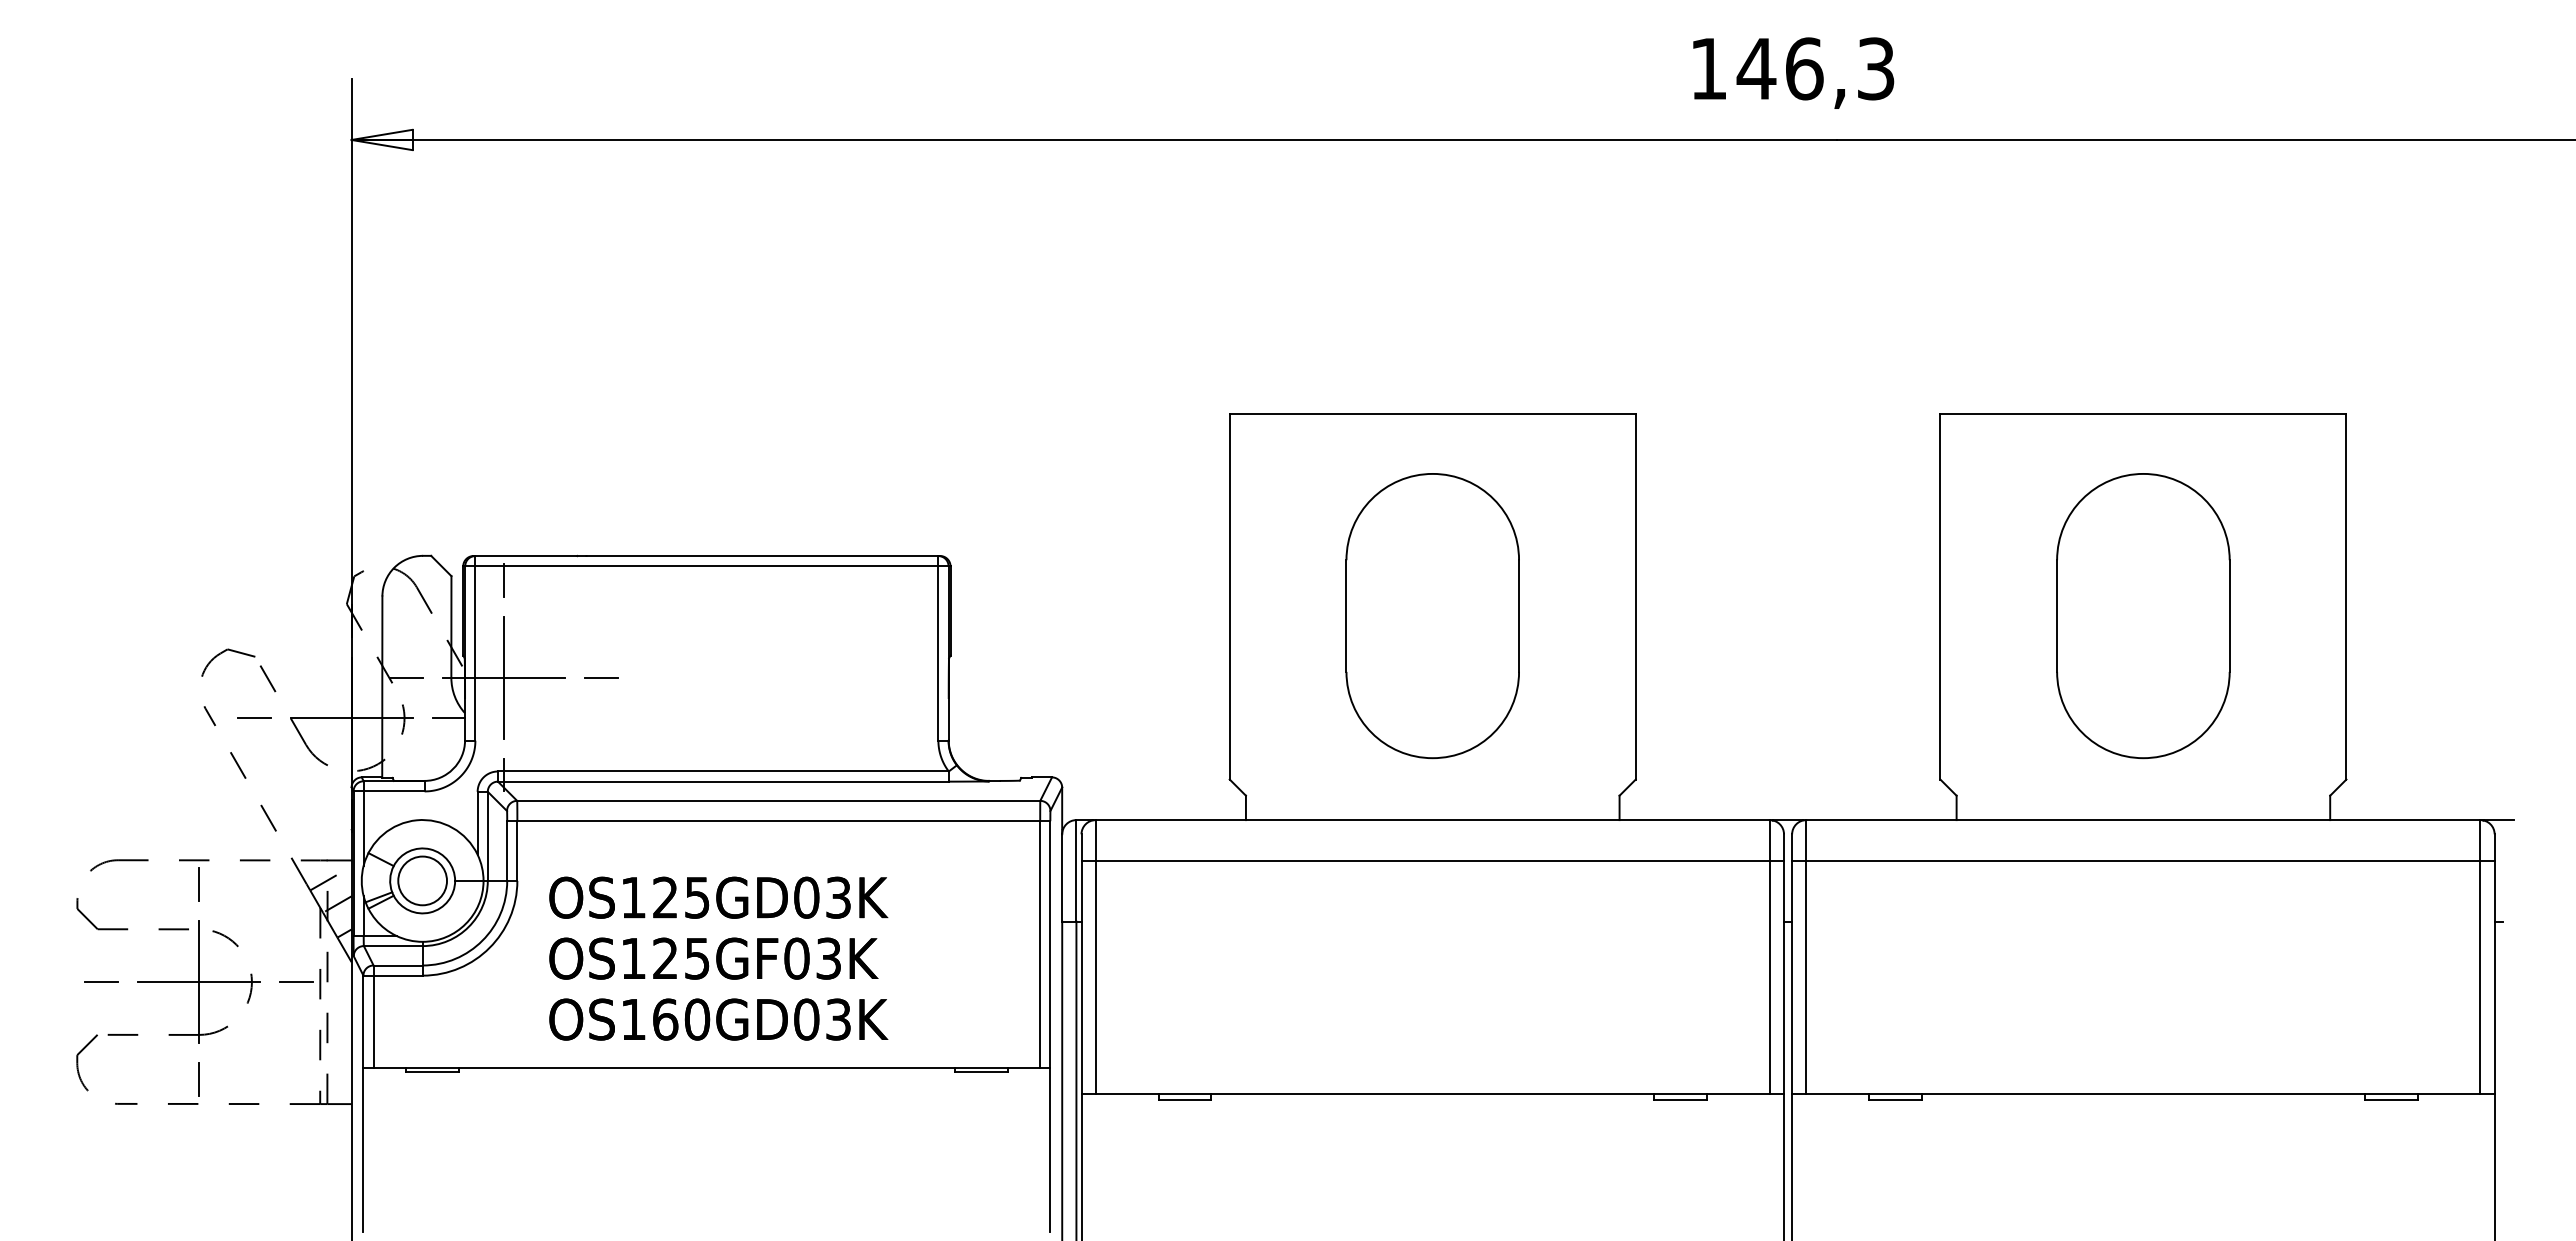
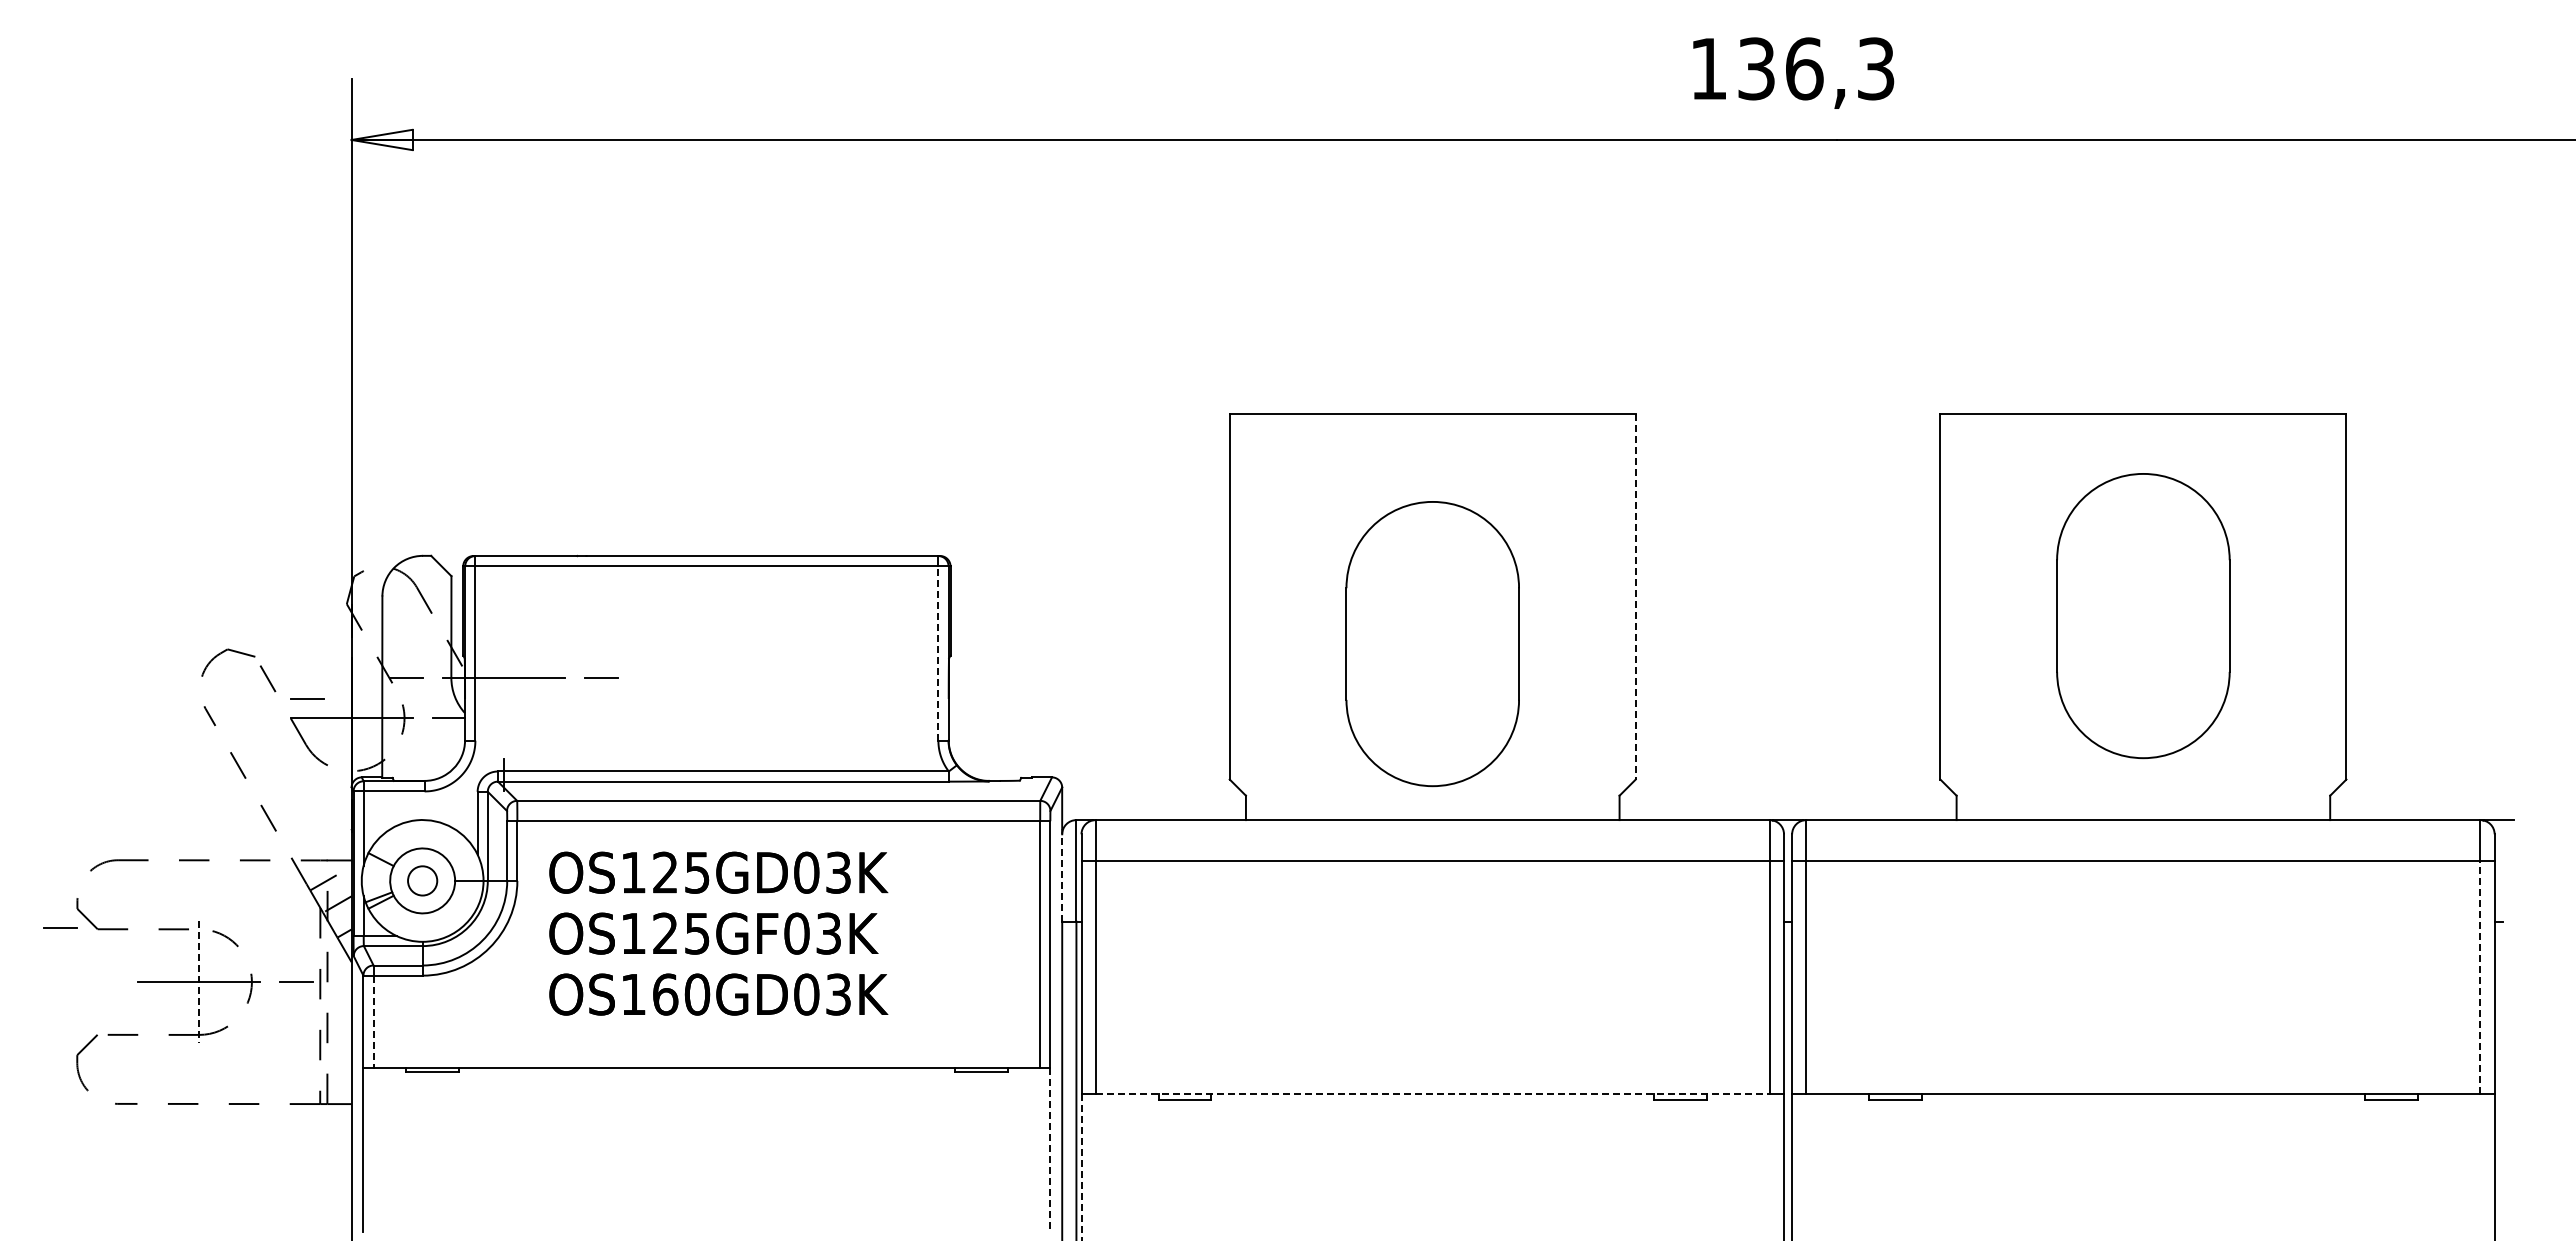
text at (1756, 68): 146,3 -> 136,3
line at (504, 580): present -> none
line at (1635, 596): solid -> dashed
part at (1432, 616) position: (1432, 616) -> (1432, 644)
line at (938, 652): solid -> dashed
line at (504, 677): present -> none
line at (254, 717) position: (254, 717) -> (307, 698)
line at (1062, 877): solid -> dashed
circle at (422, 880) diameter: 49 px -> 29 px
line at (199, 884): present -> none
text at (718, 958) position: (718, 958) -> (718, 933)
line at (2480, 977): solid -> dashed
line at (101, 981) position: (101, 981) -> (60, 927)
line at (199, 982): solid -> dashed
line at (373, 1022): solid -> dashed
line at (199, 1079): present -> none
line at (1433, 1094): solid -> dashed
line at (1050, 1150): solid -> dashed
line at (1081, 1167): solid -> dashed
